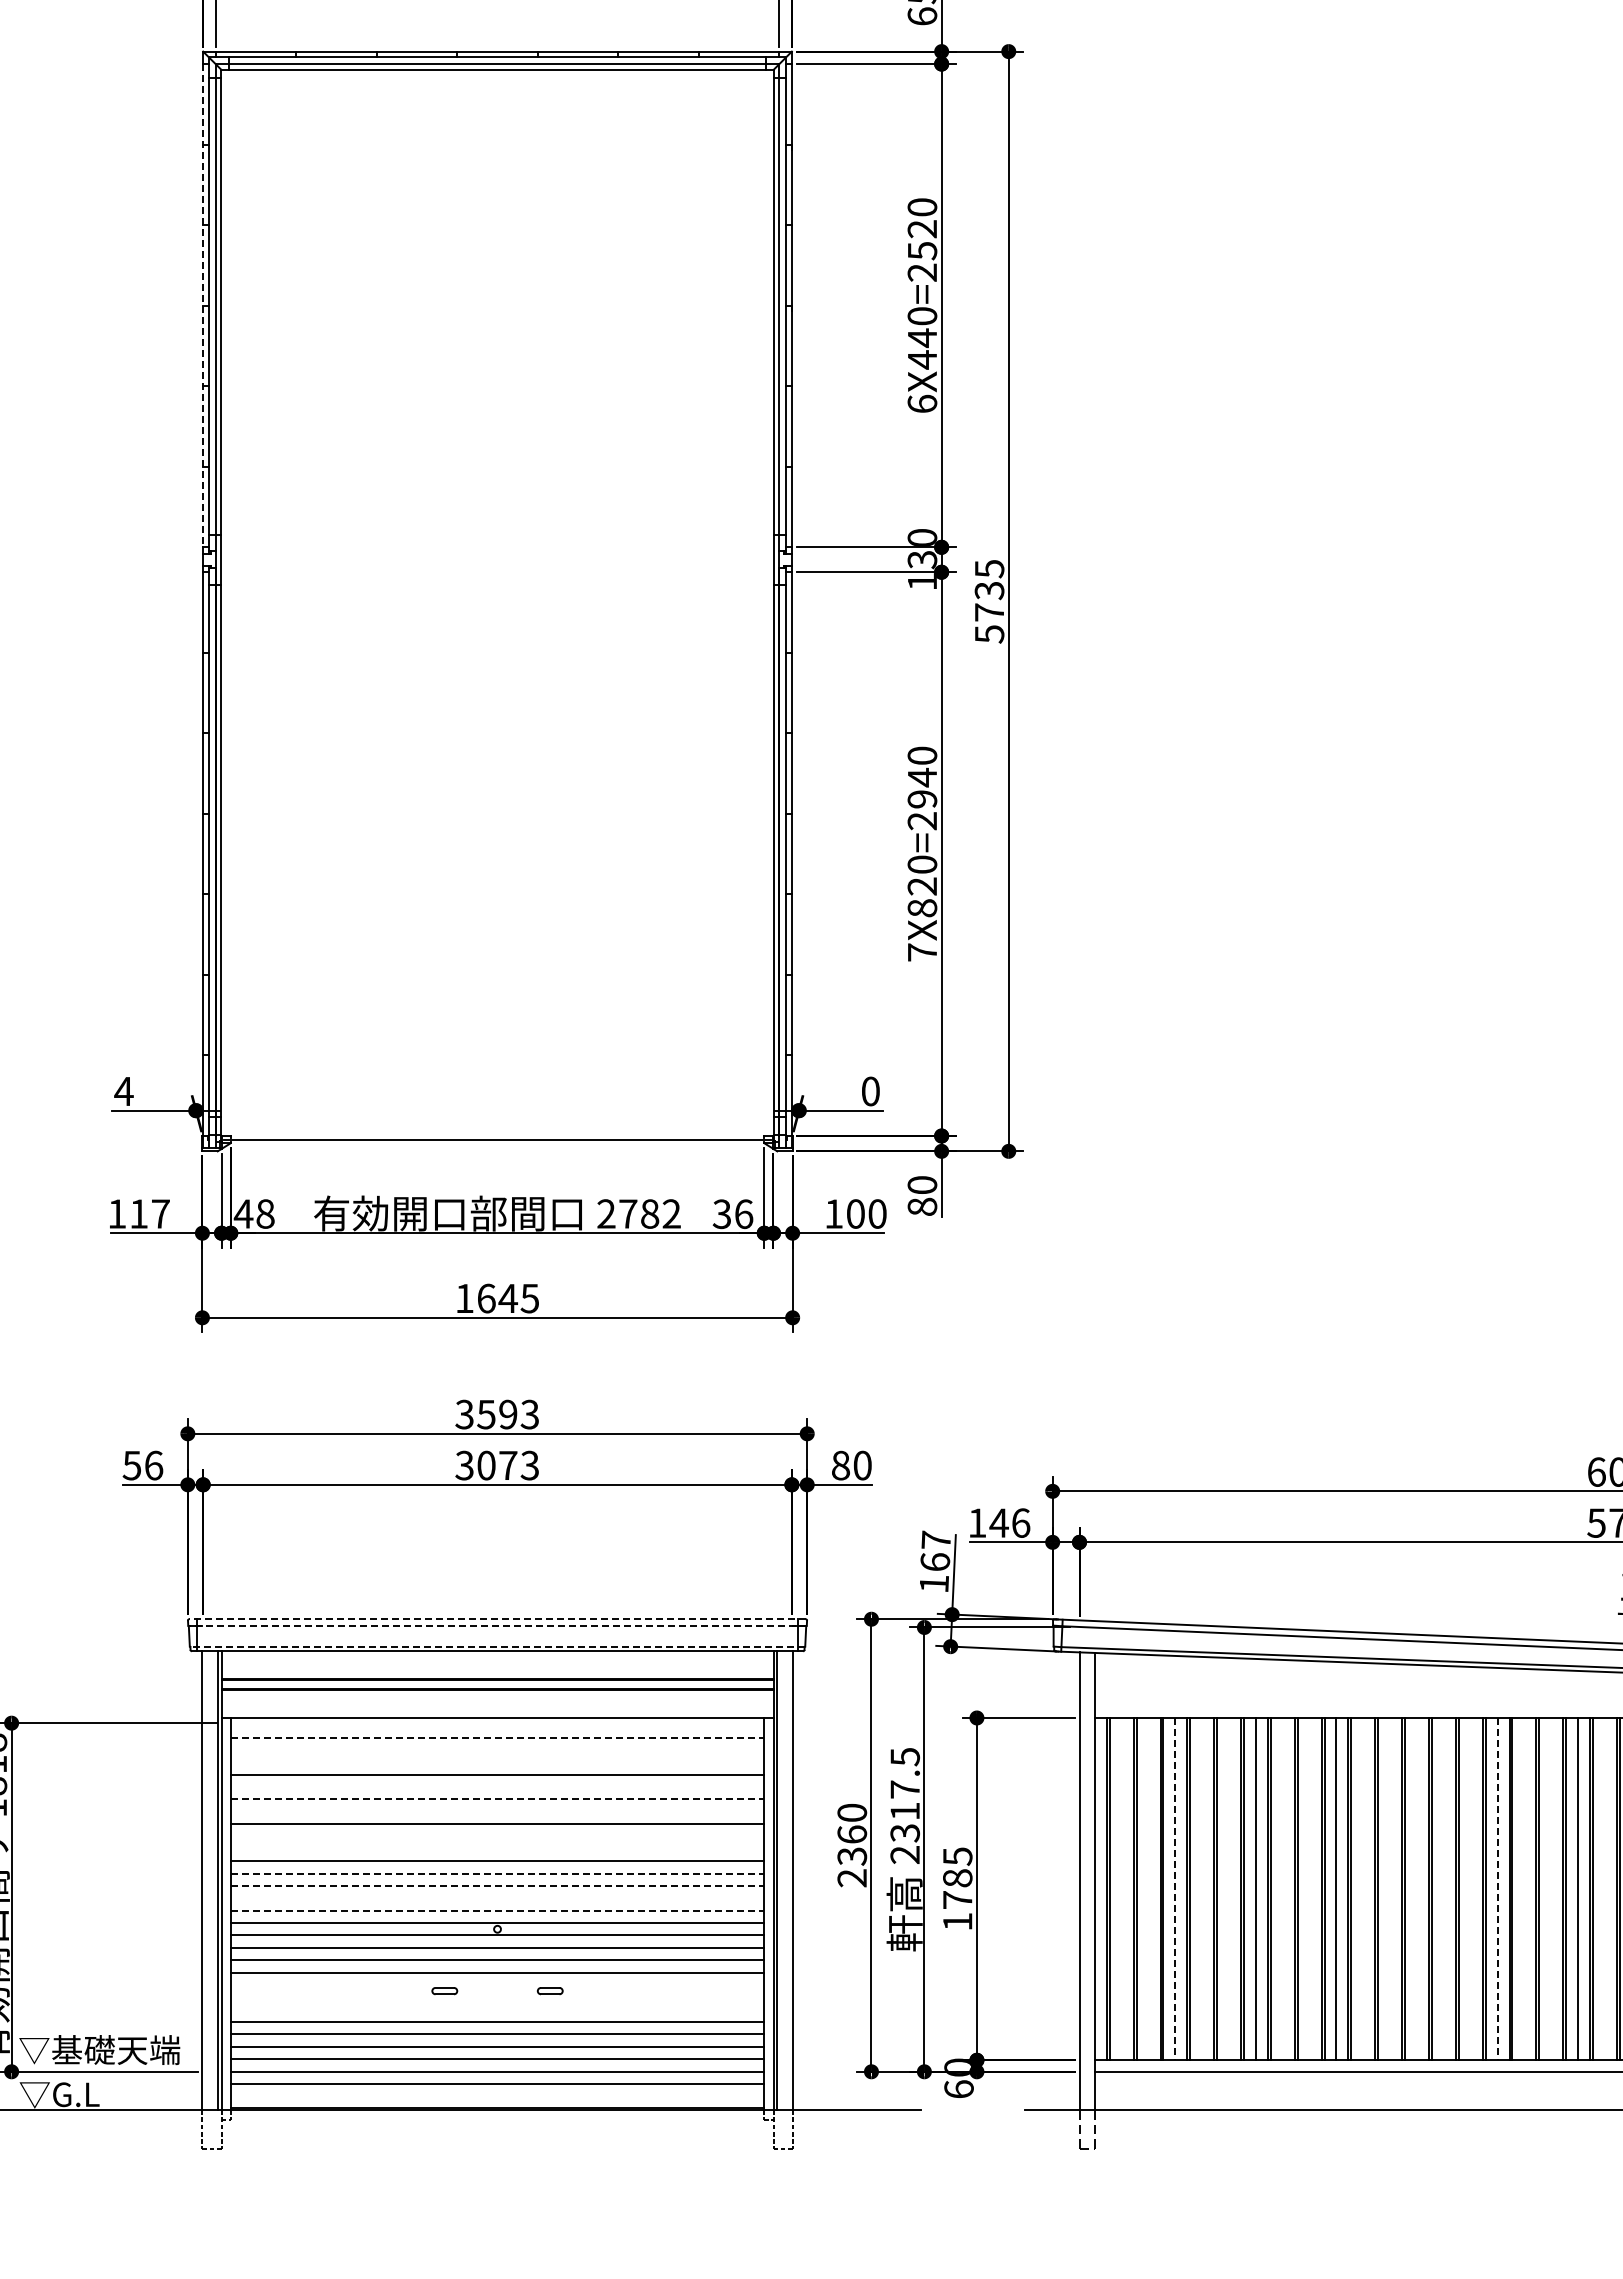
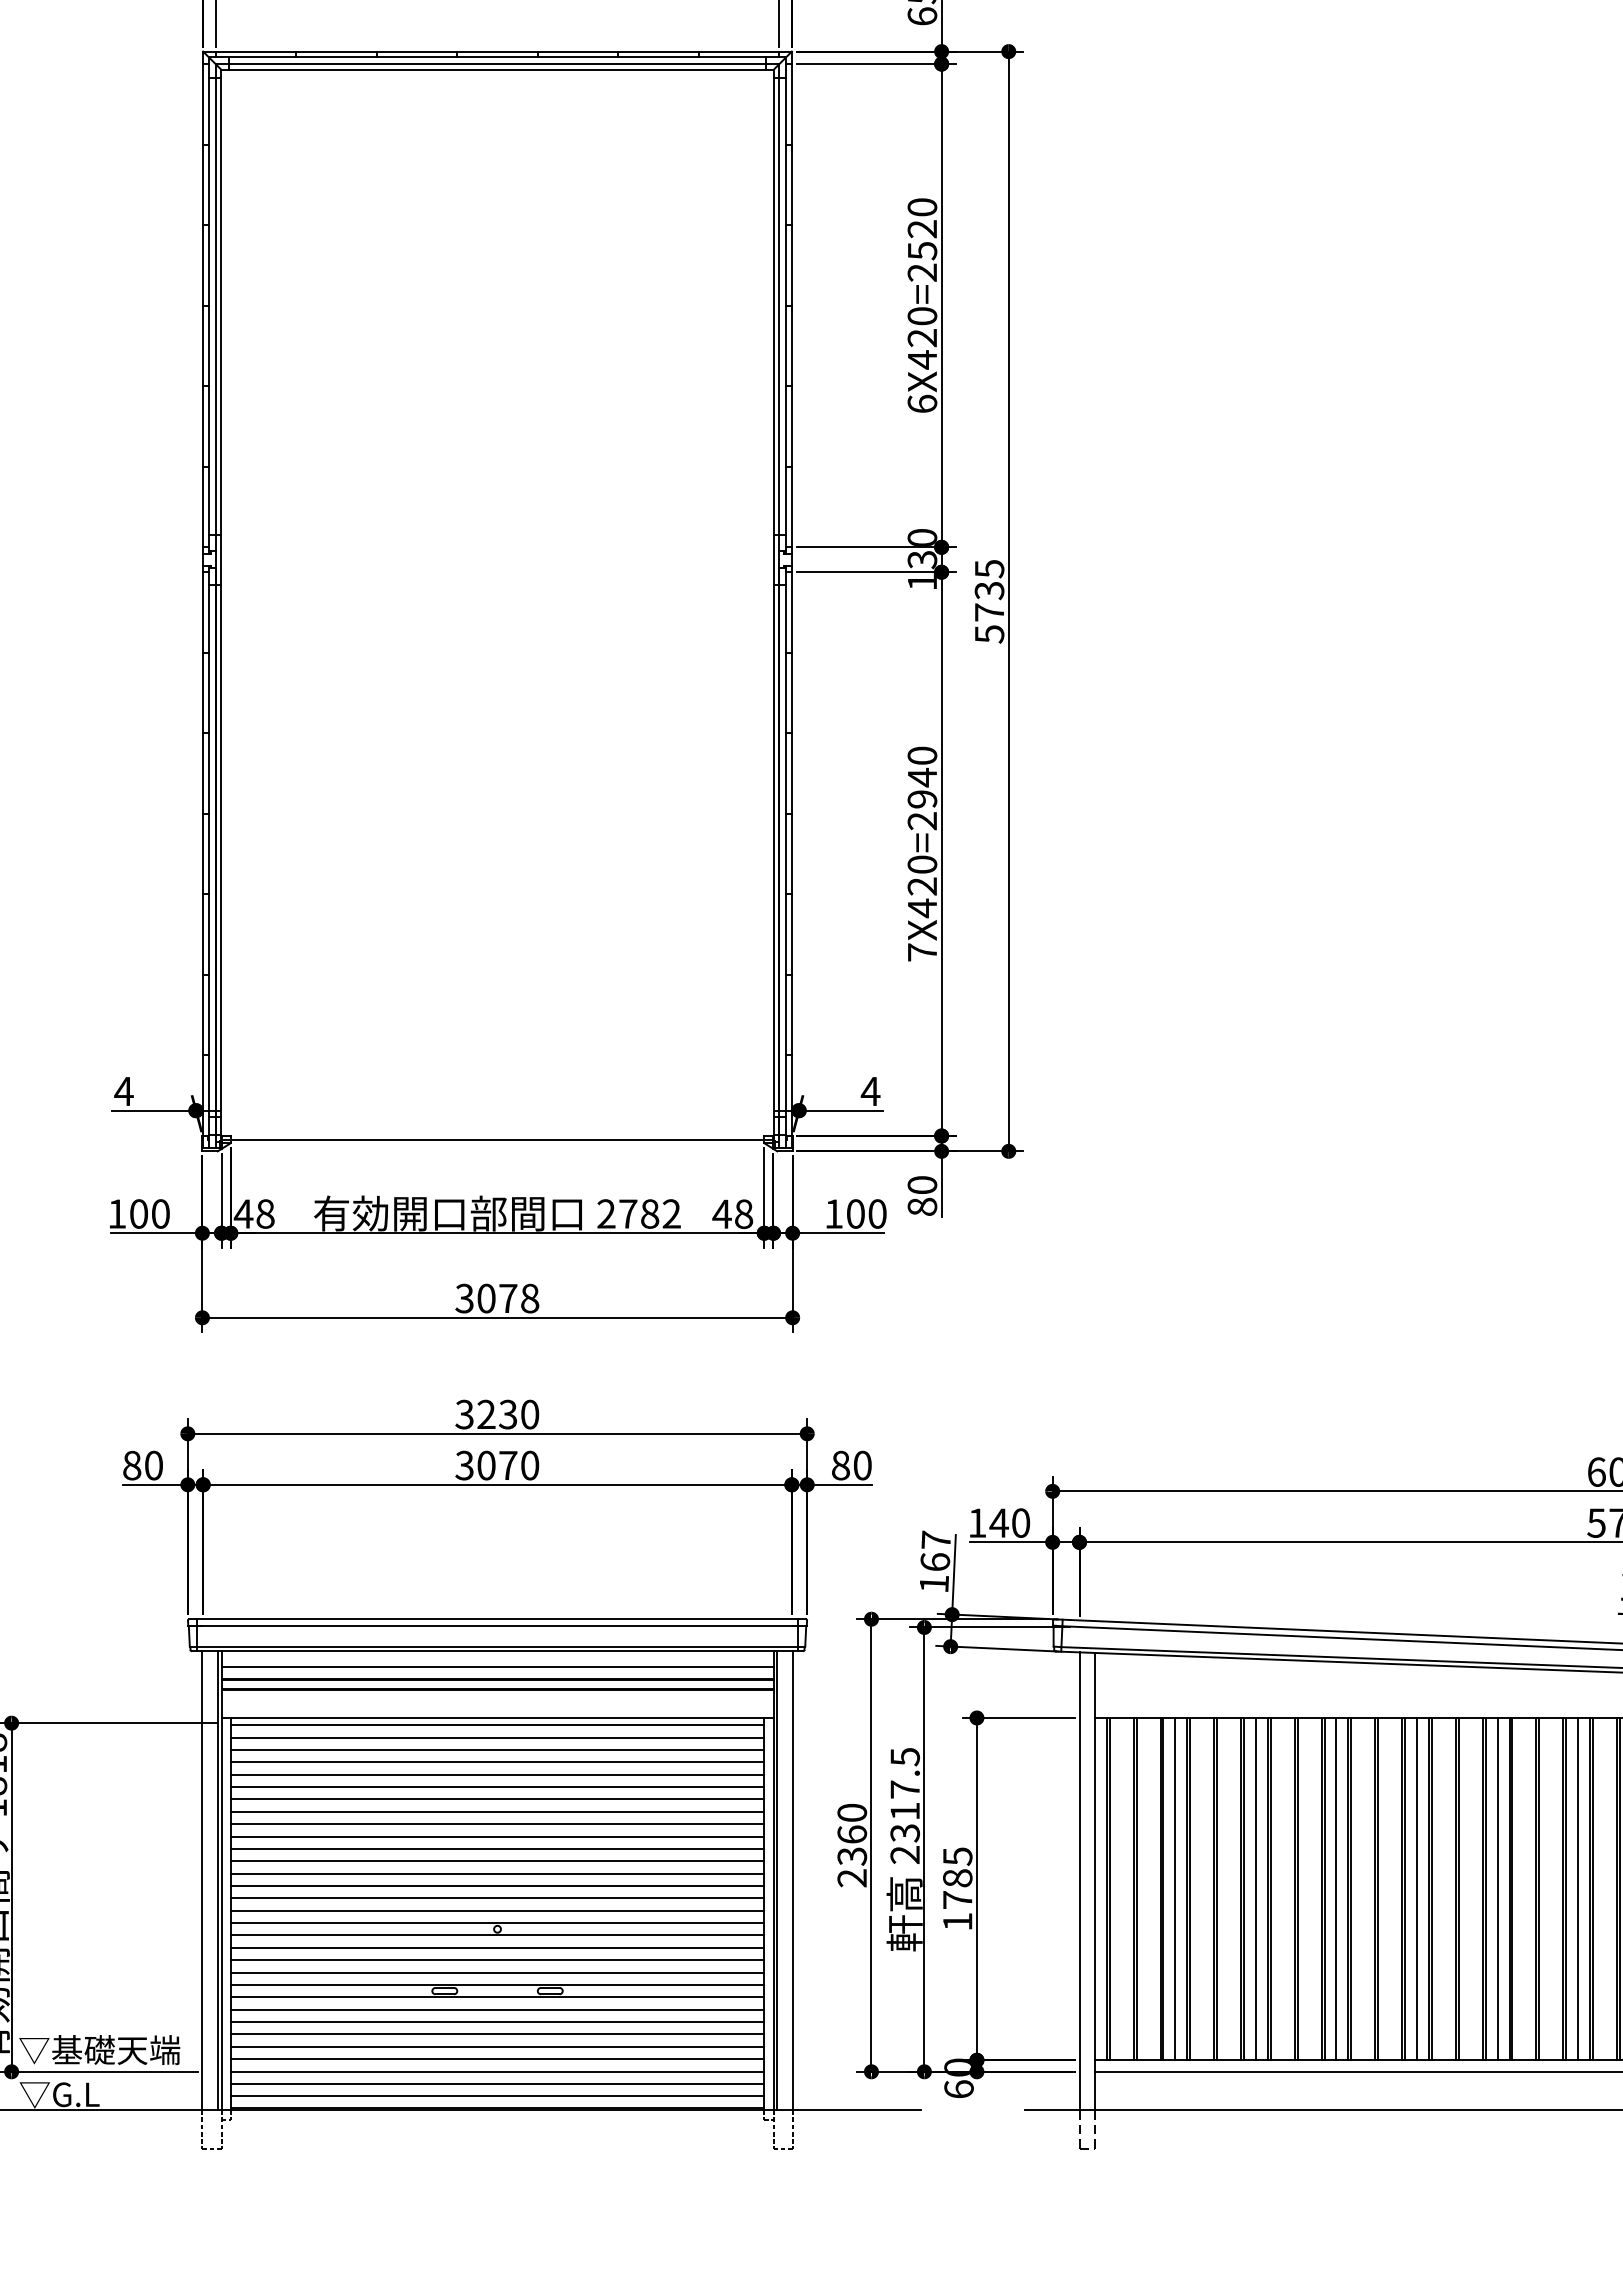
line at (203, 305): dashed -> solid
text at (921, 338): 6X440=2520 -> 6X420=2520
text at (922, 908): 7X820=2940 -> 7X420=2940
text at (870, 1091): 0 -> 4
text at (149, 1213): 117 -> 100
text at (732, 1214): 36 -> 48
text at (497, 1298): 1645 -> 3078
text at (508, 1414): 3593 -> 3230
text at (142, 1465): 56 -> 80
text at (529, 1465): 3073 -> 3070
text at (1021, 1522): 146 -> 140
line at (497, 1619): dashed -> solid
line at (497, 1625): dashed -> solid
line at (497, 1646): dashed -> solid
line at (497, 1666): none -> present
line at (497, 1725): none -> present
line at (497, 1737): dashed -> solid
line at (497, 1749): none -> present
line at (497, 1762): none -> present
line at (497, 1787): none -> present
line at (497, 1799): dashed -> solid
line at (497, 1811): none -> present
line at (497, 1836): none -> present
line at (497, 1848): none -> present
line at (497, 1873): dashed -> solid
line at (497, 1885): dashed -> solid
line at (1175, 1889): dashed -> solid
line at (1417, 1889): none -> present
line at (1497, 1889): dashed -> solid
line at (497, 1898): none -> present
line at (497, 1910): dashed -> solid
line at (497, 1984): none -> present
line at (497, 1997): none -> present
line at (497, 2009): none -> present
line at (497, 2096): none -> present
